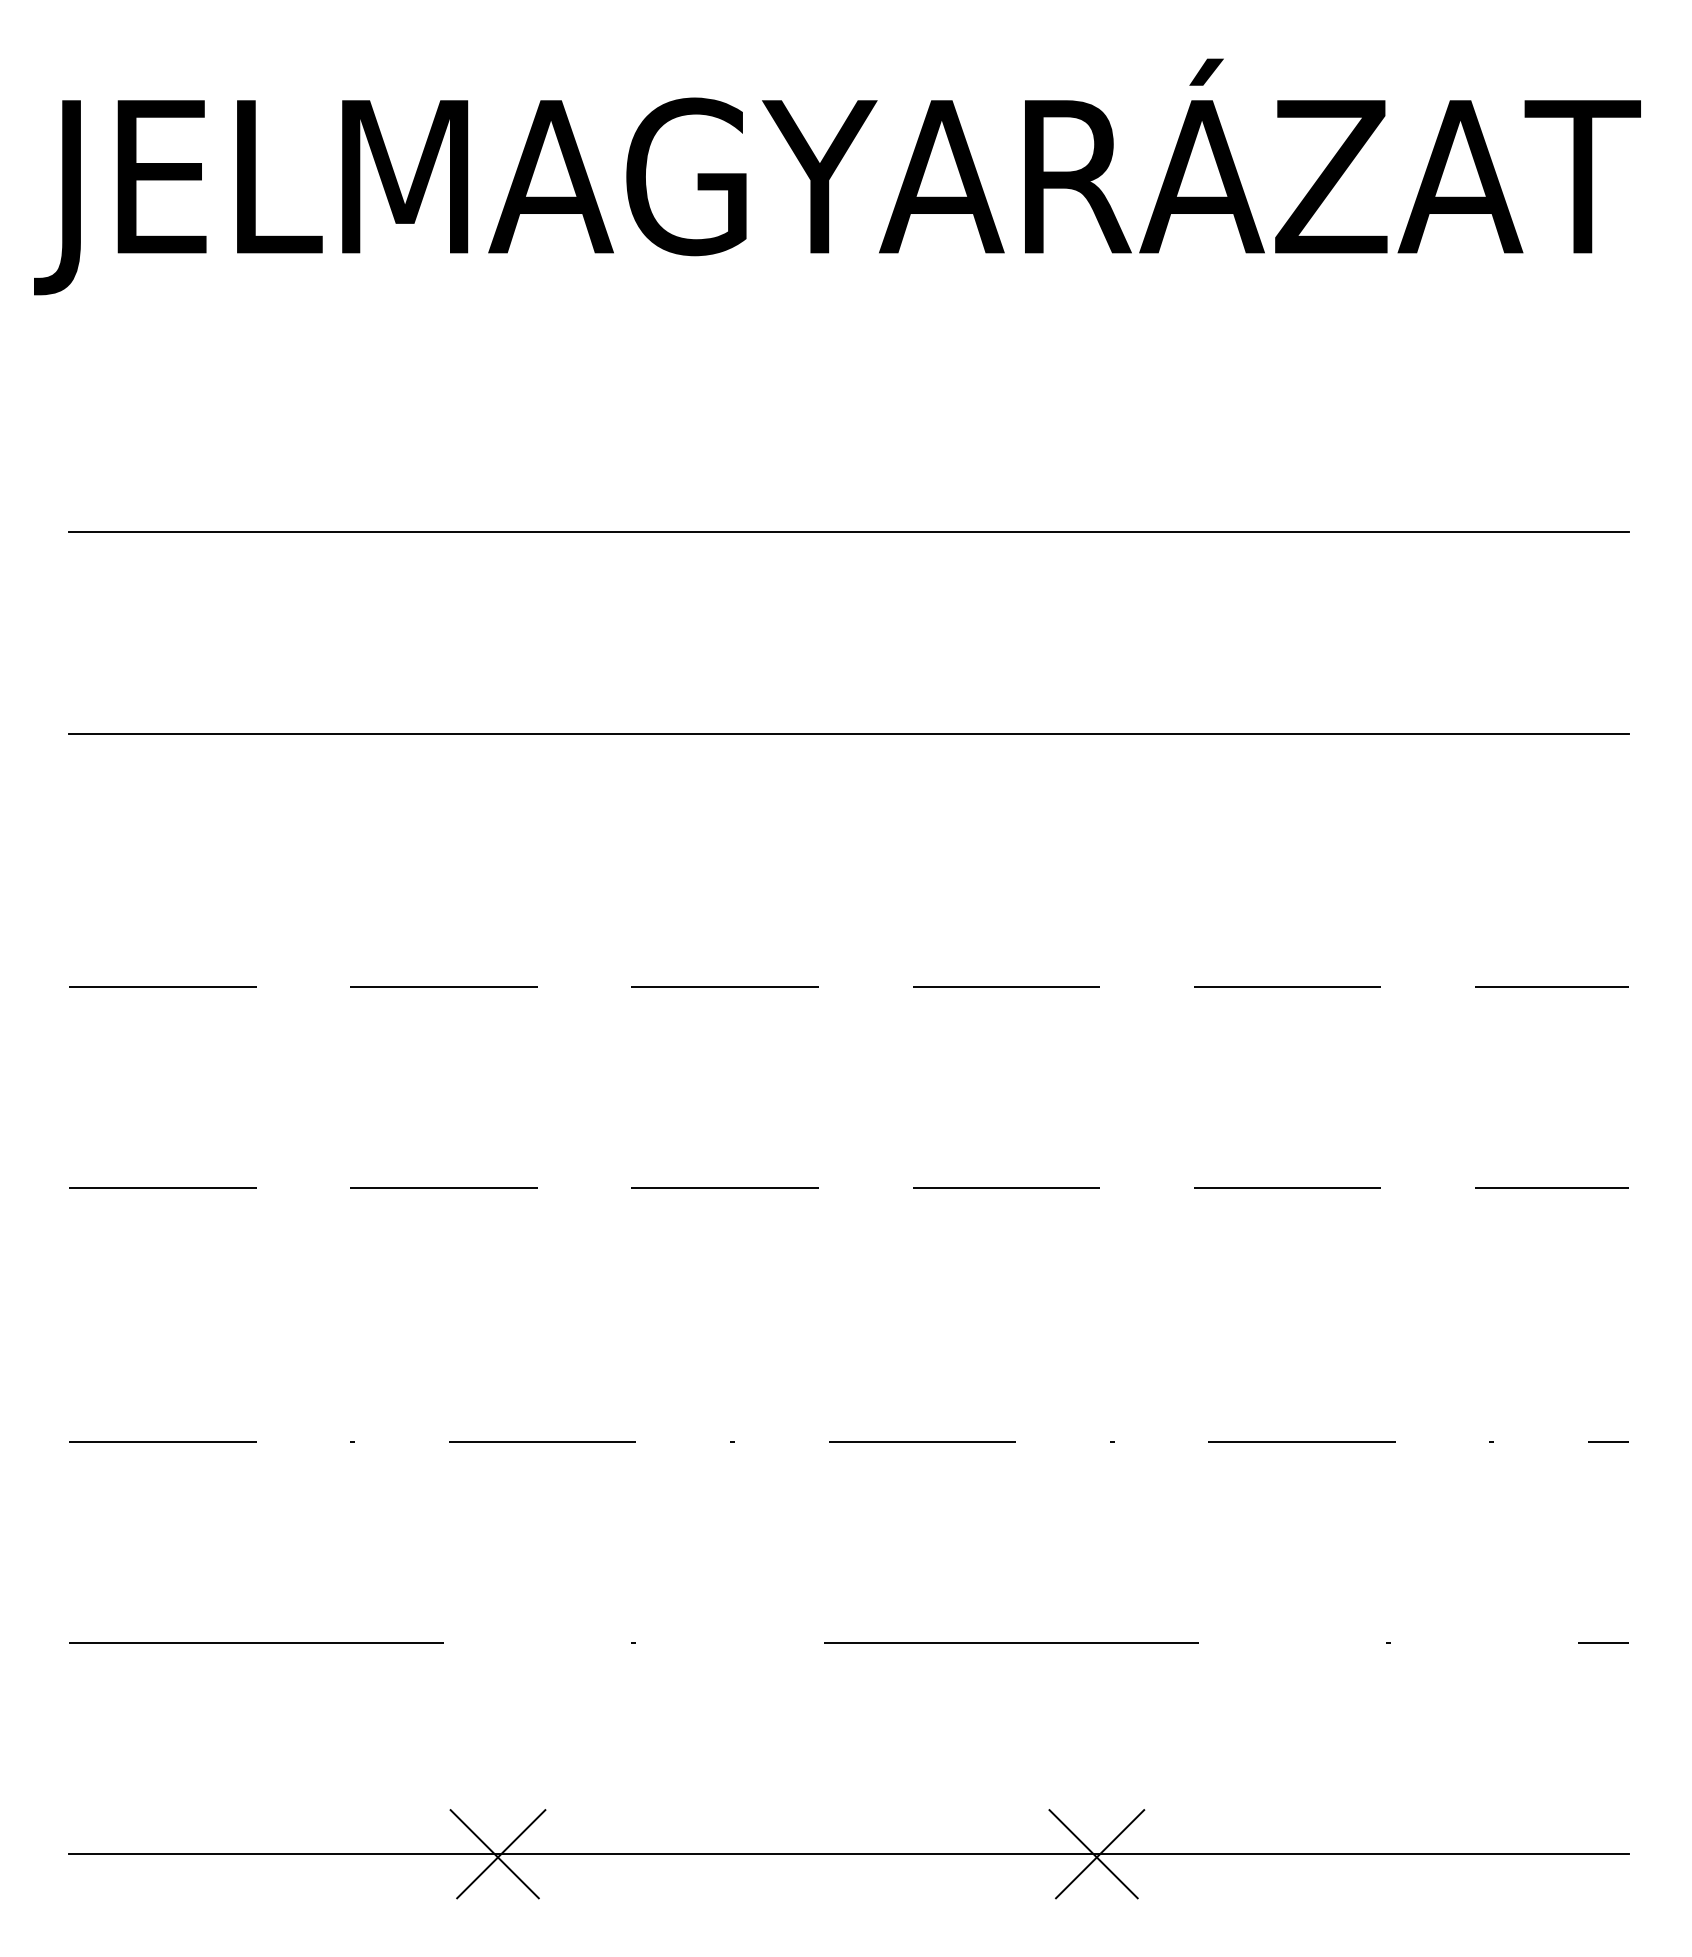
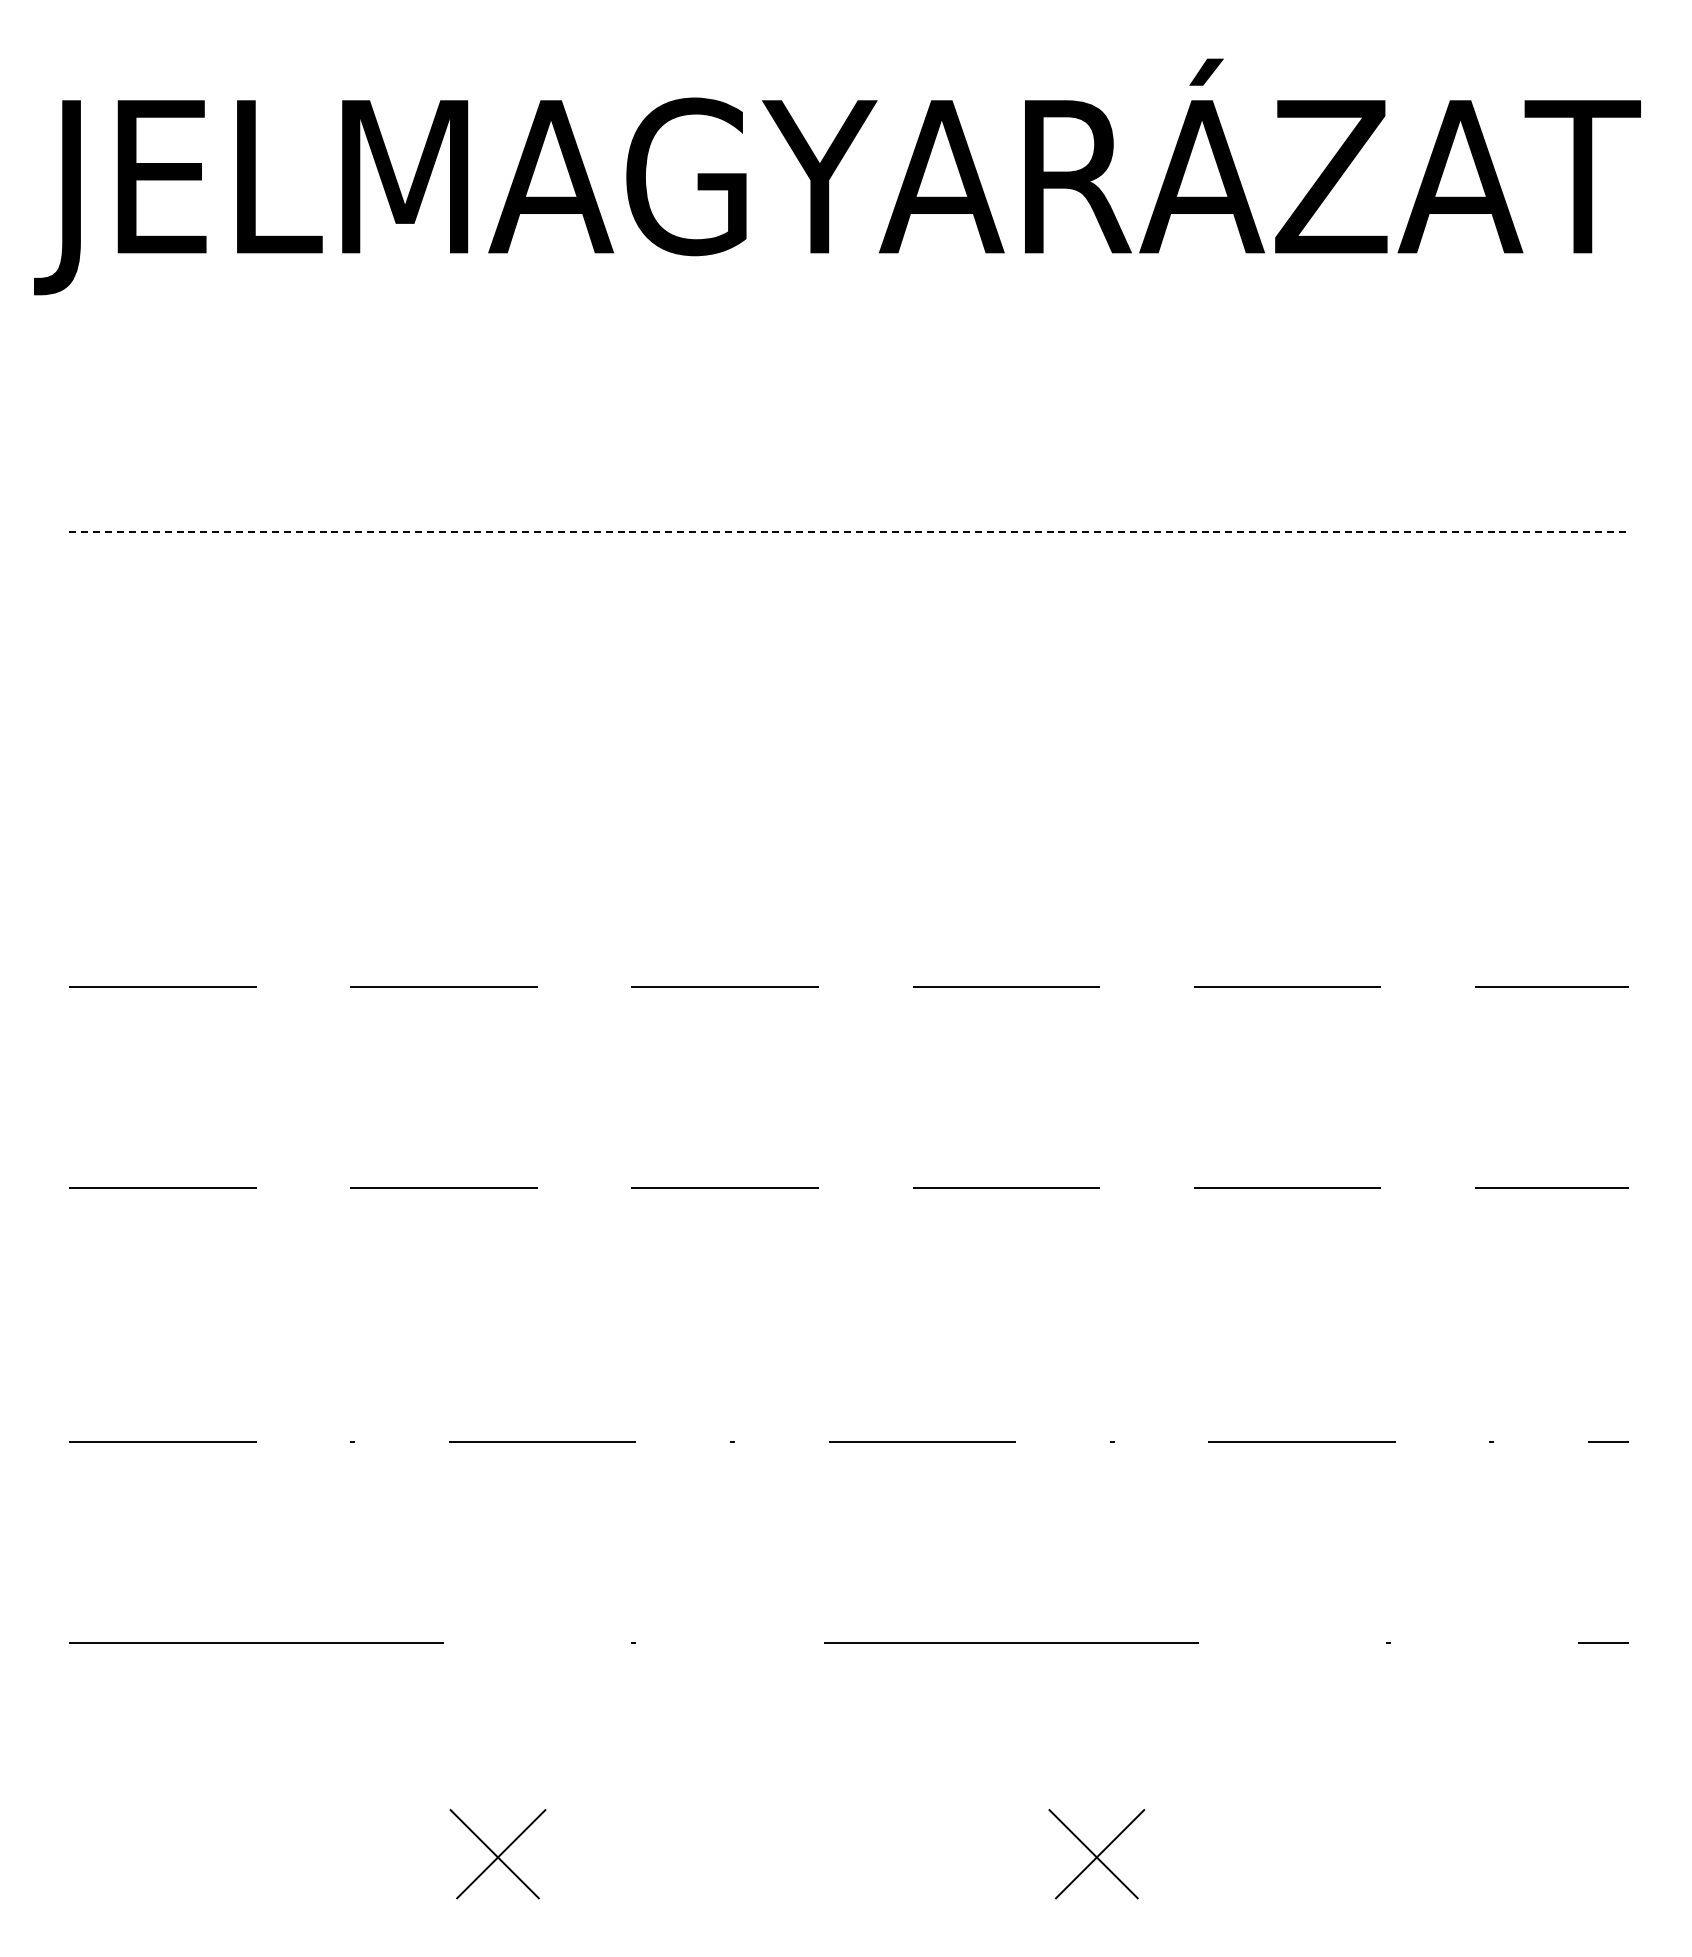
line at (849, 532): solid -> dashed
line at (849, 733): present -> none
line at (849, 1854): present -> none
